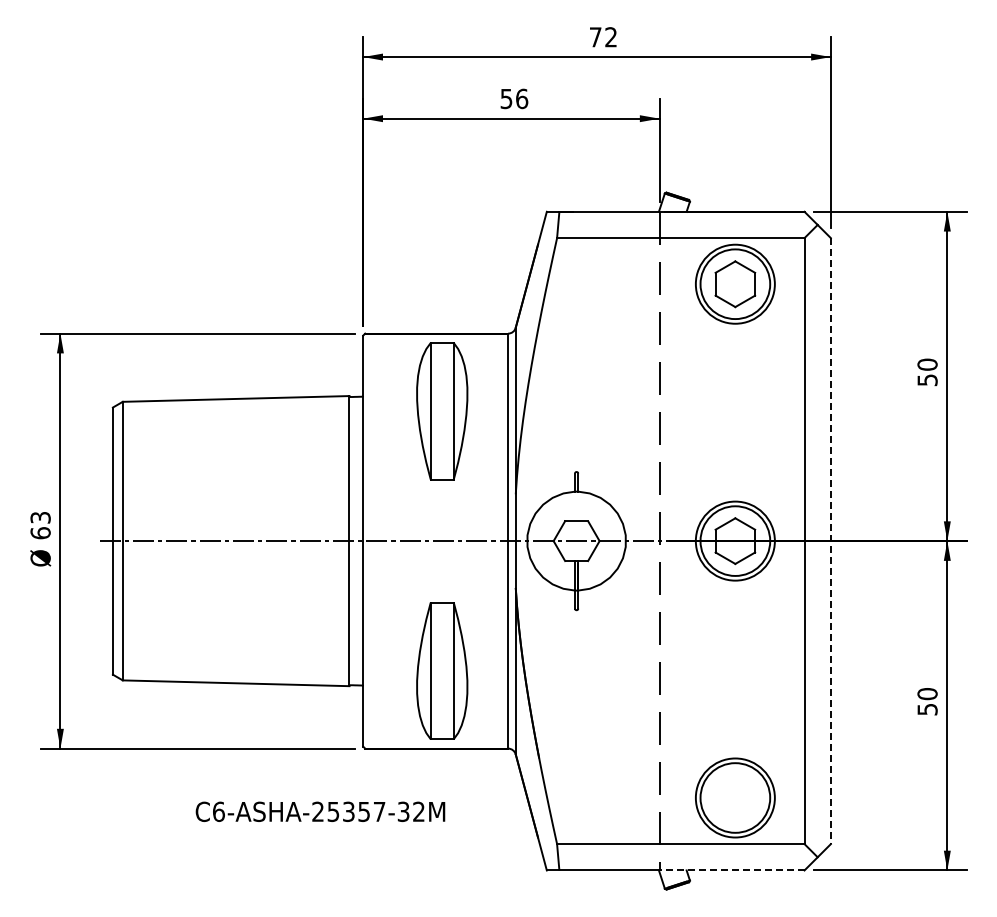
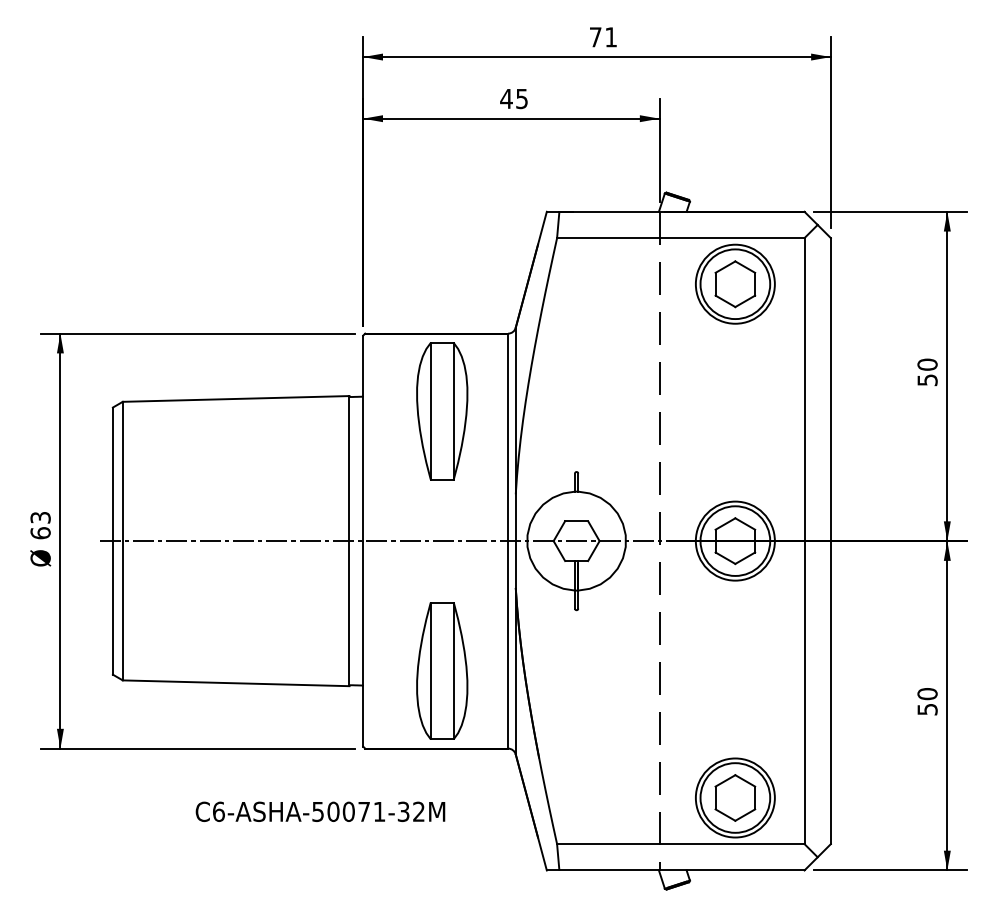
text at (610, 37): 72 -> 71
text at (514, 98): 56 -> 45
line at (830, 541): dashed -> solid
part at (735, 797): none -> present
text at (348, 811): C6-ASHA-25357-32M -> C6-ASHA-50071-32M
line at (731, 870): dashed -> solid
